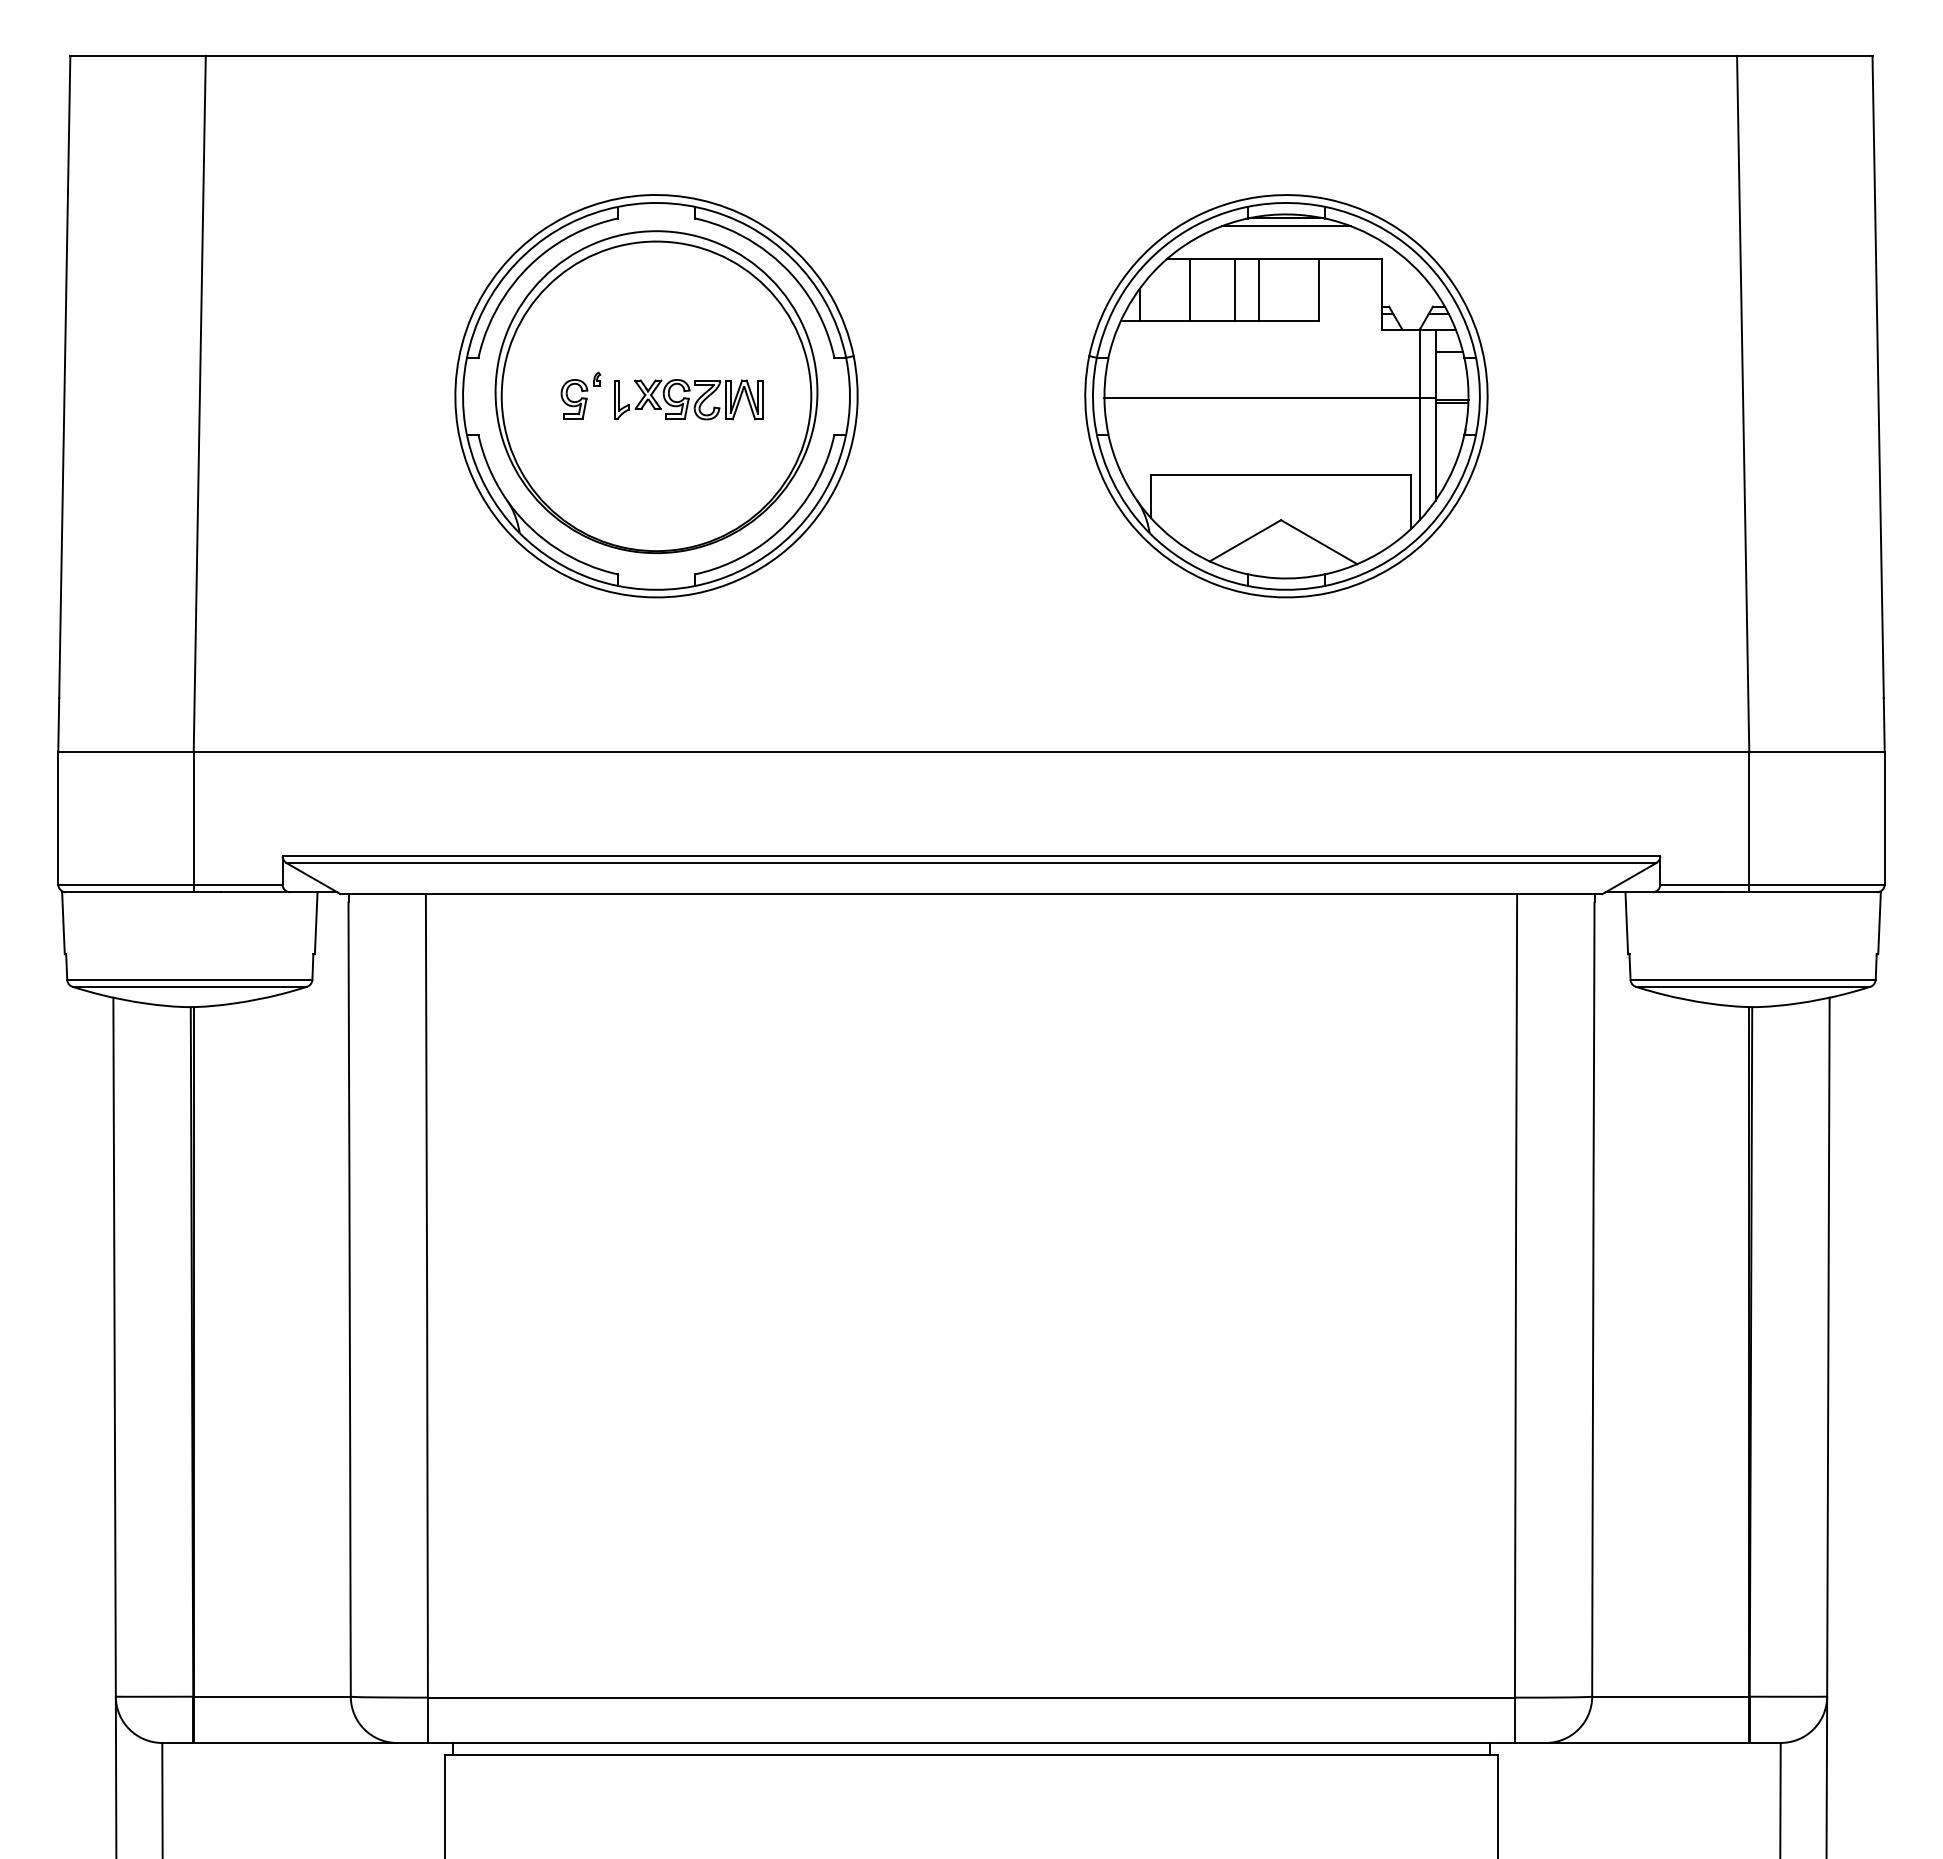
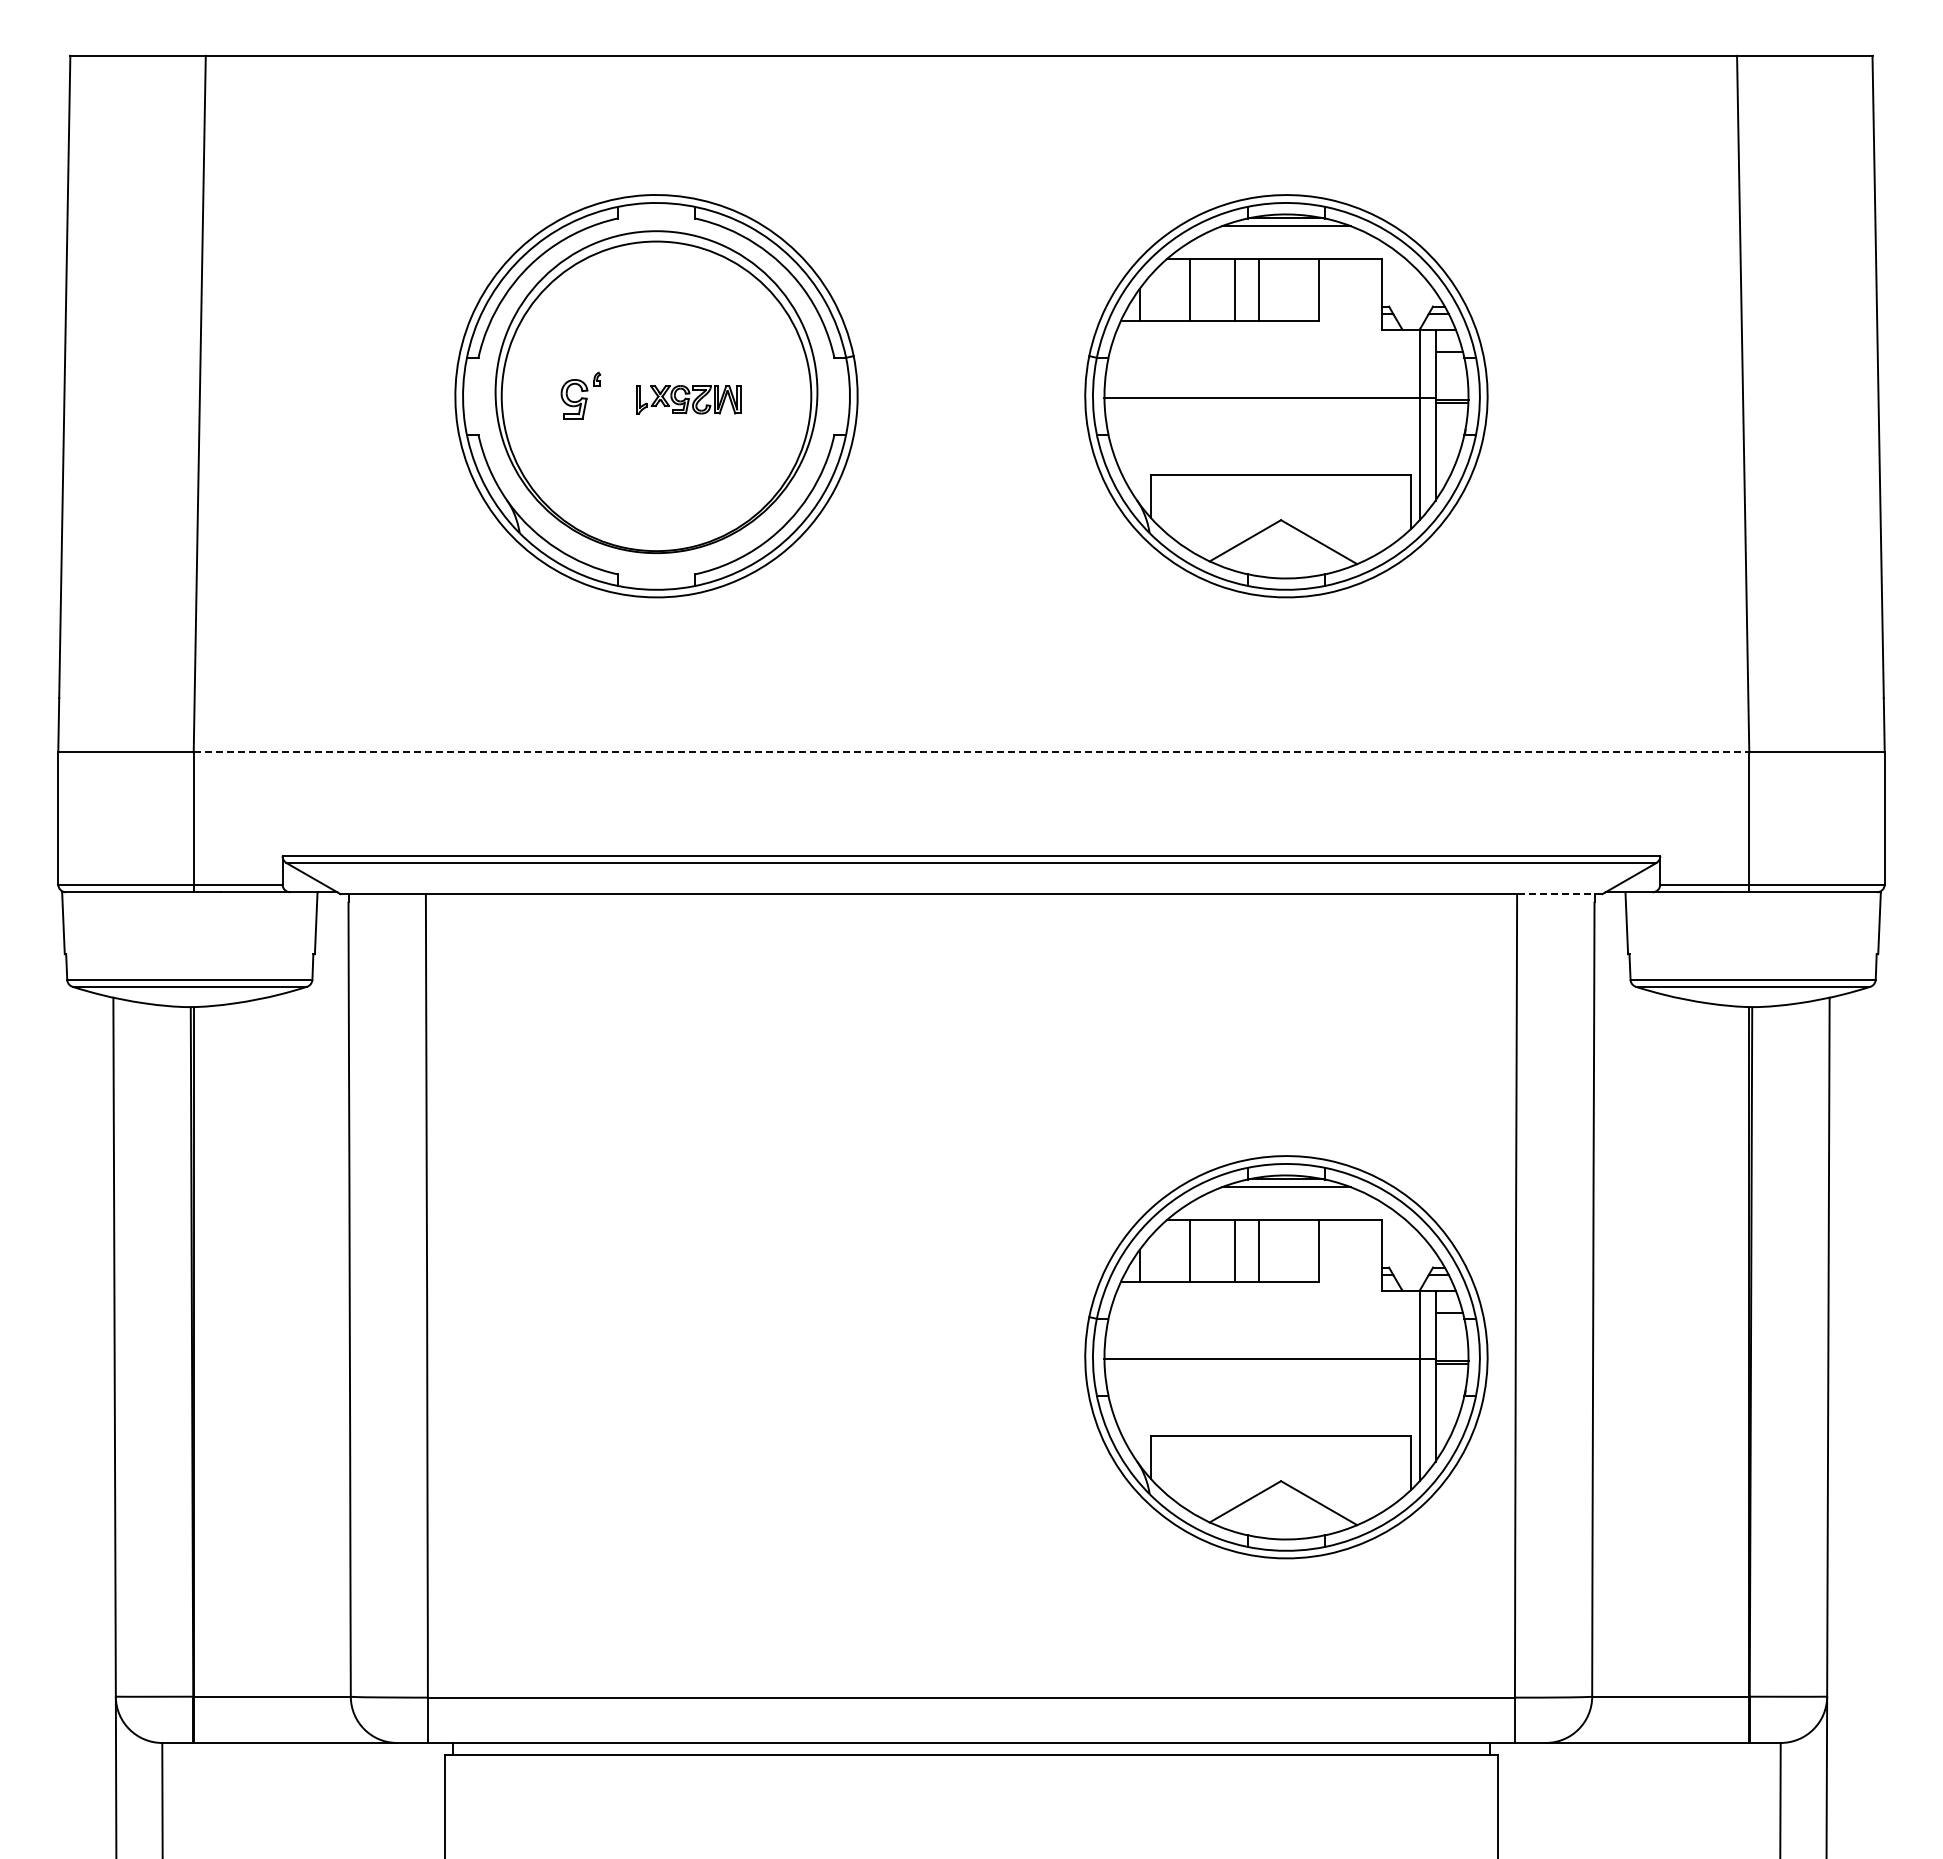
part at (688, 399) size: 150x42 px -> 106x30 px
line at (971, 752): solid -> dashed
line at (1559, 894): solid -> dashed
part at (1286, 1357): none -> present
